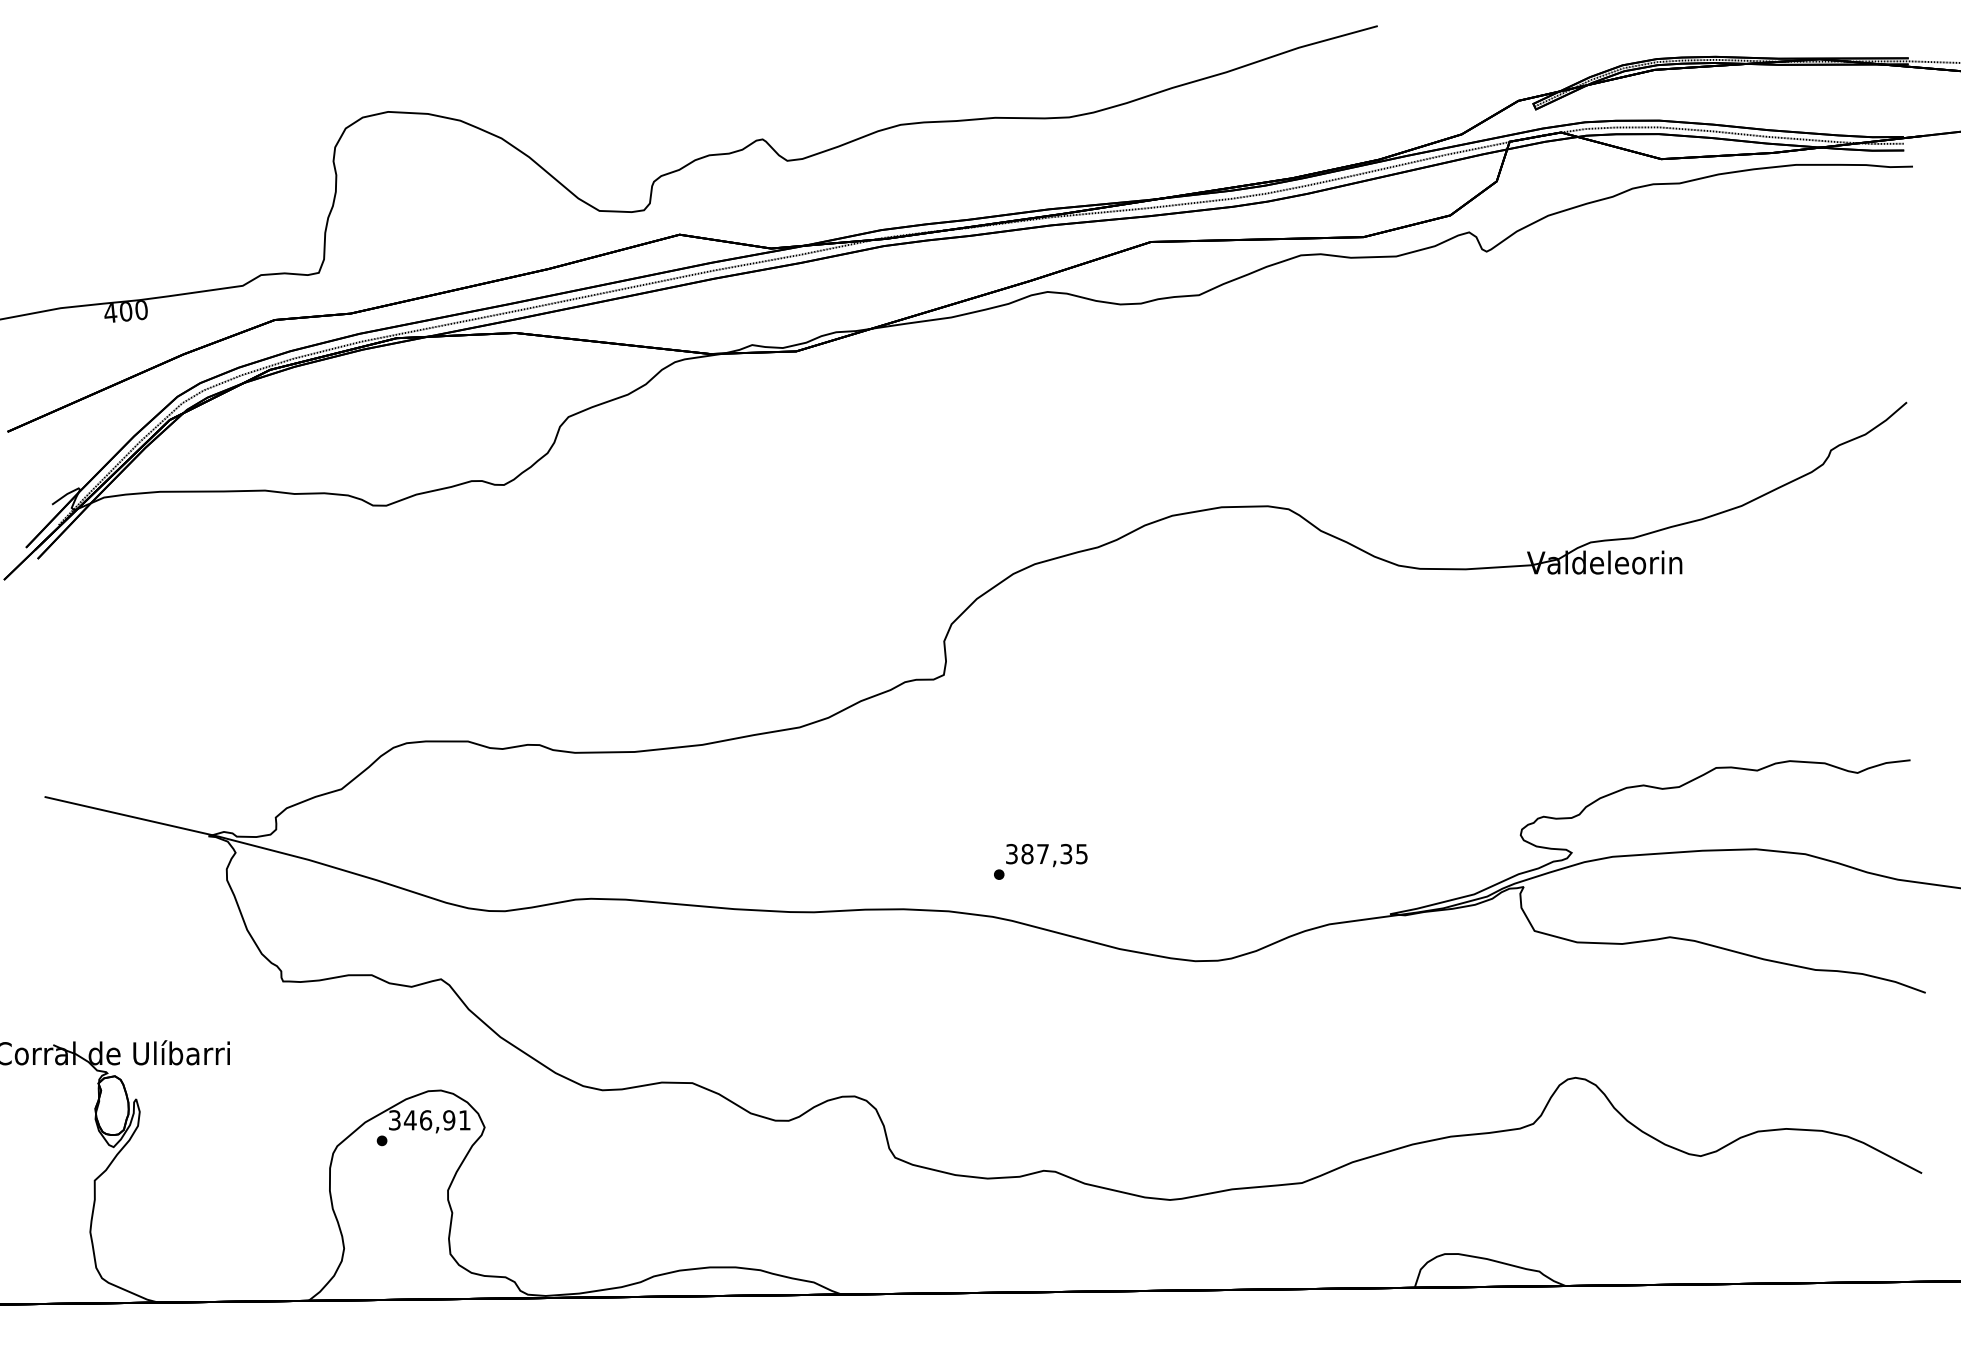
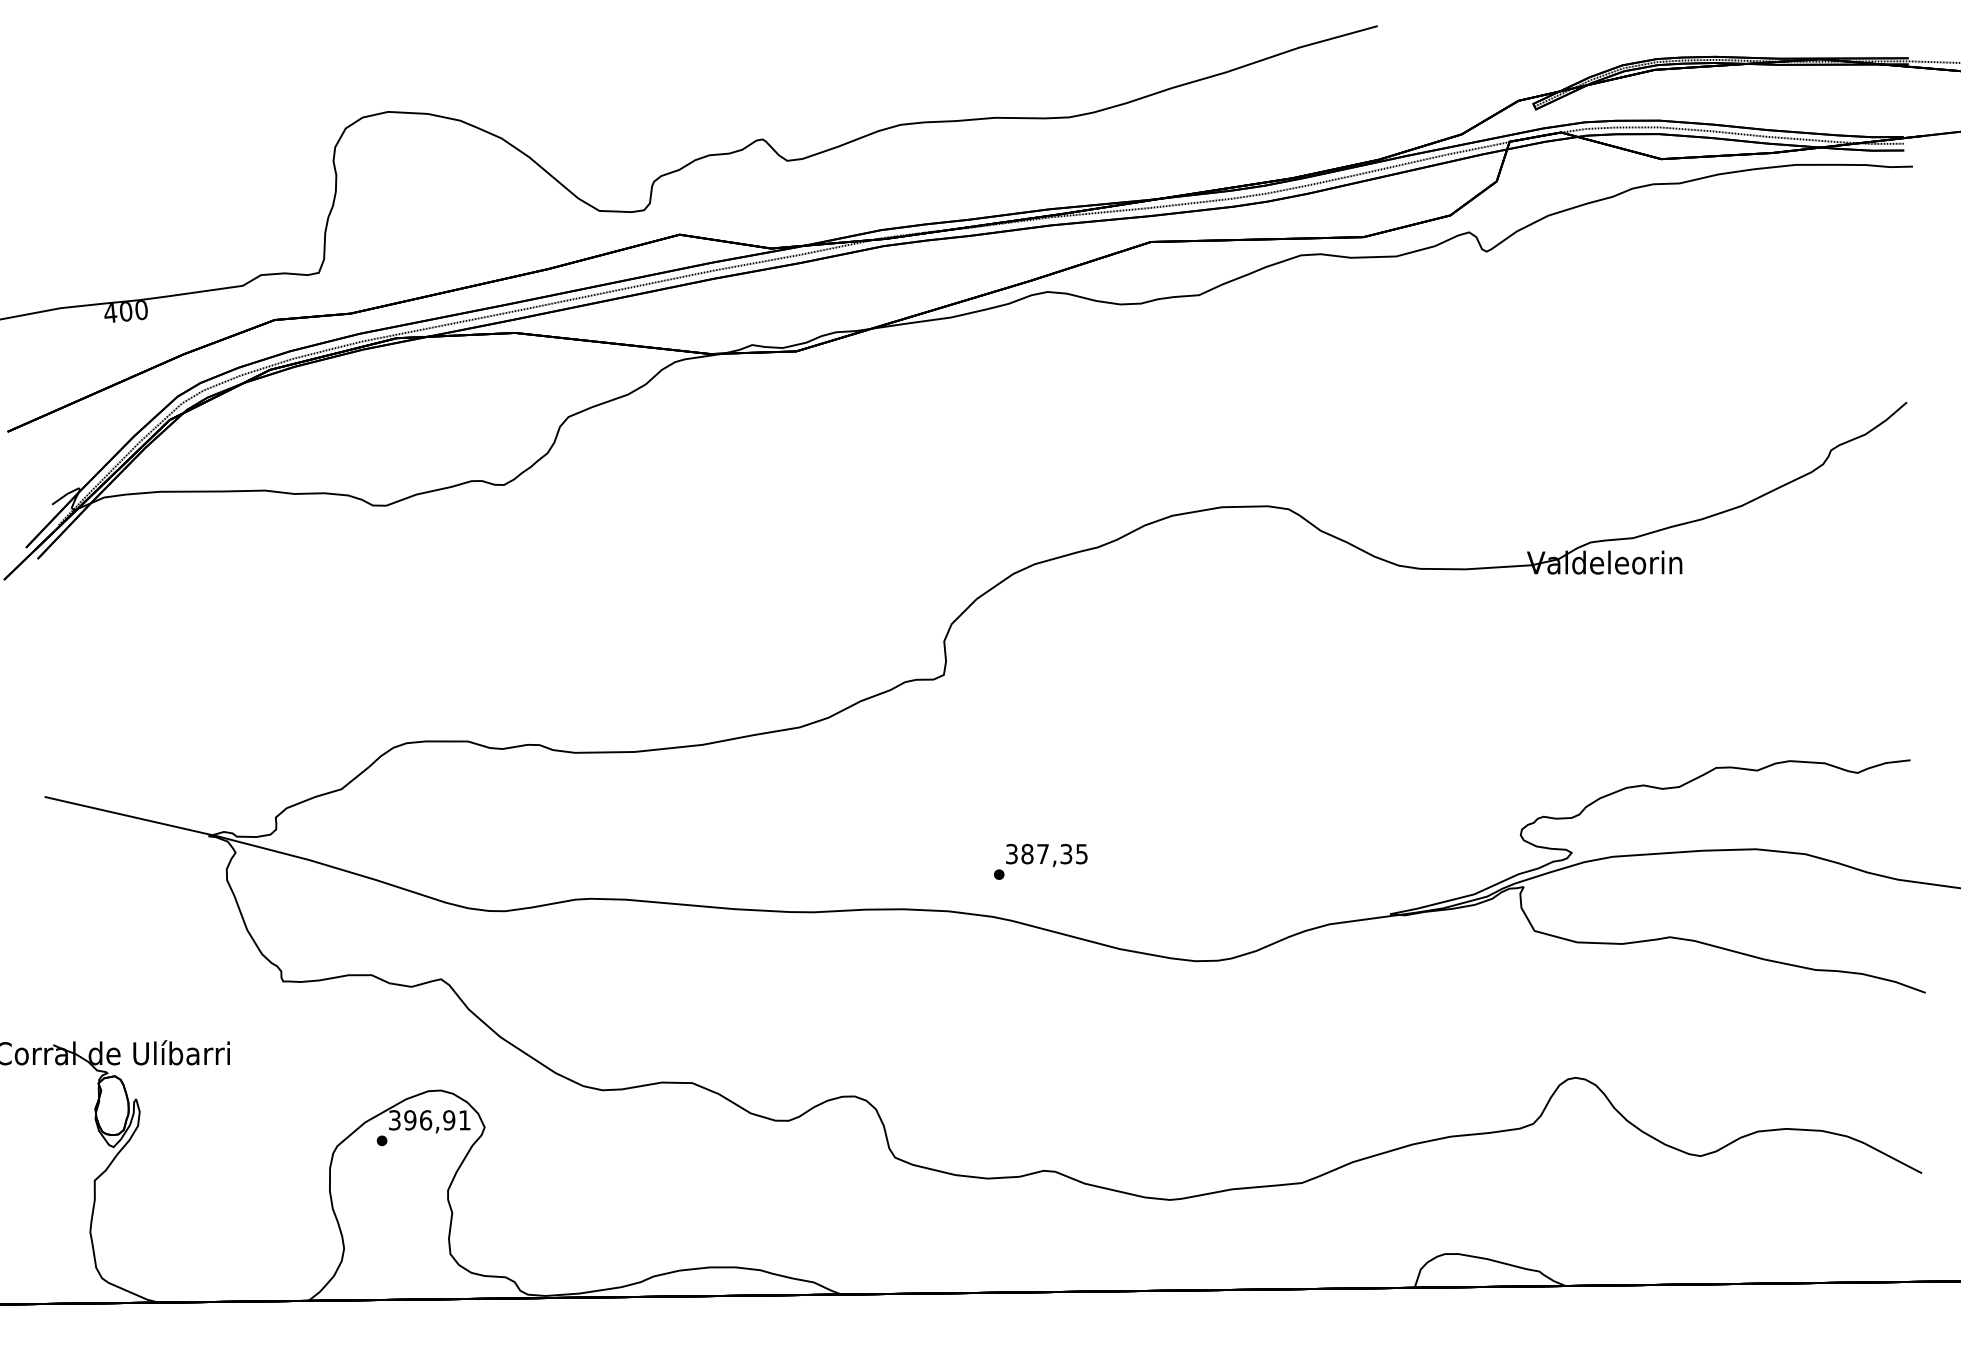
text at (409, 1120): 346,91 -> 396,91
